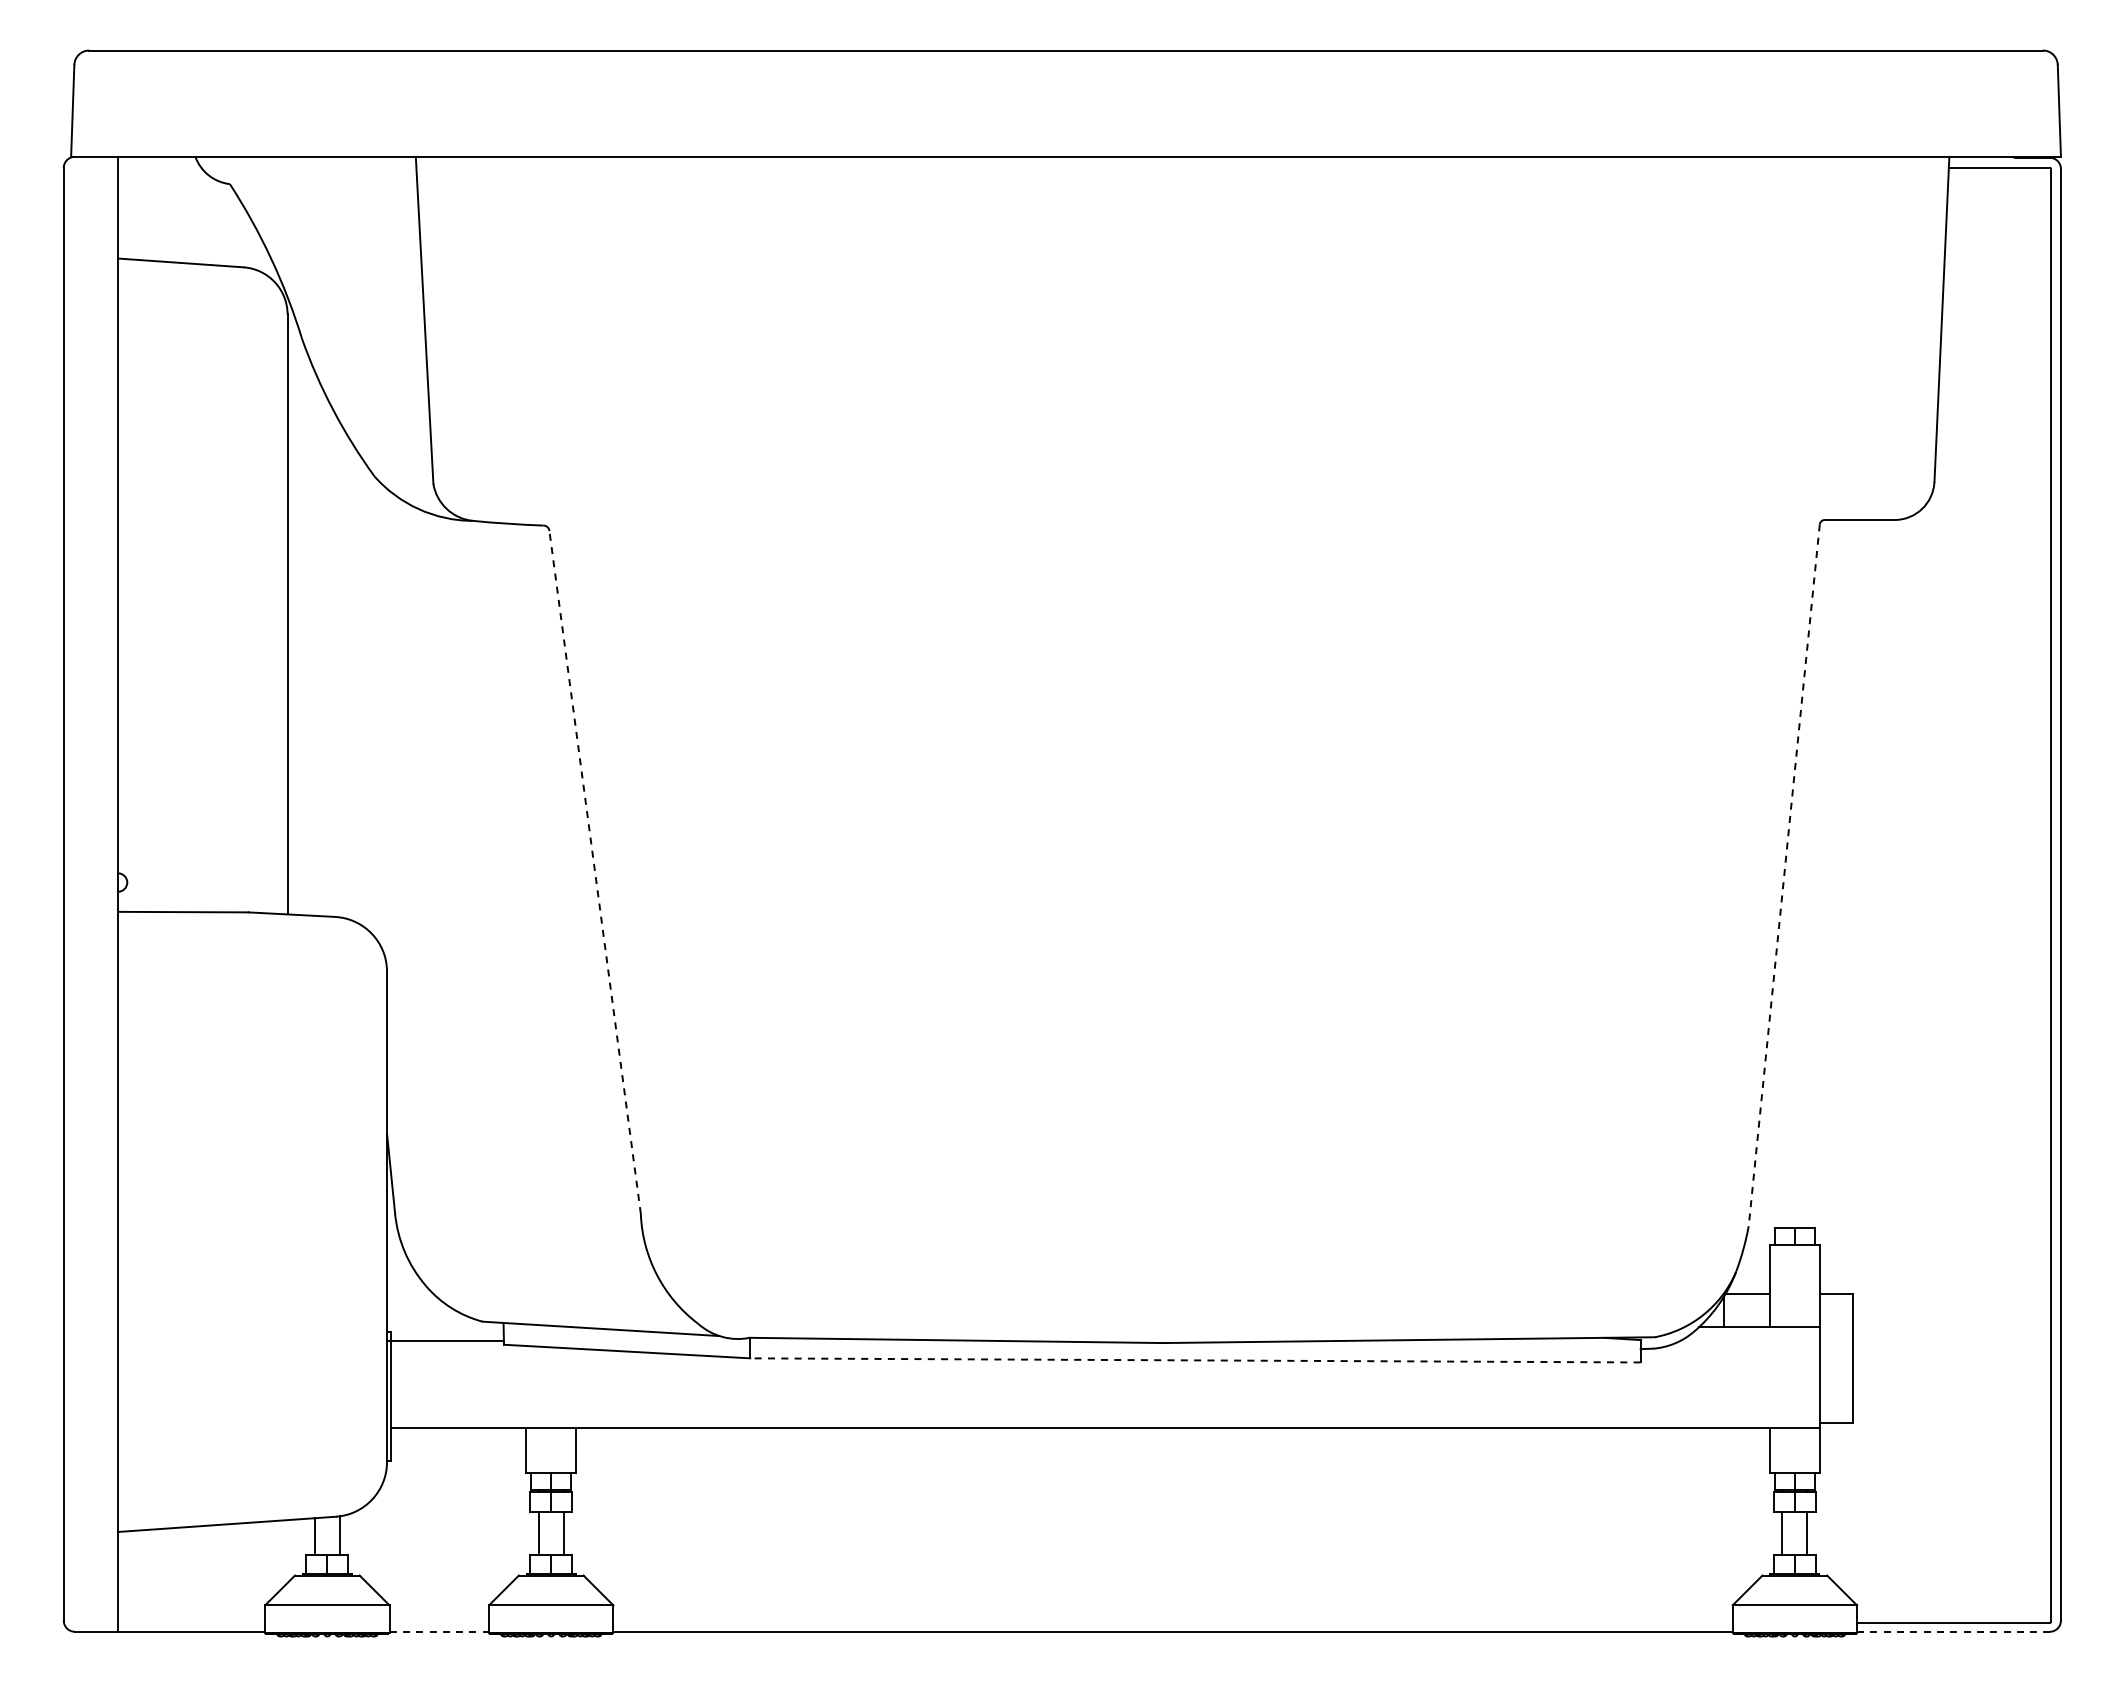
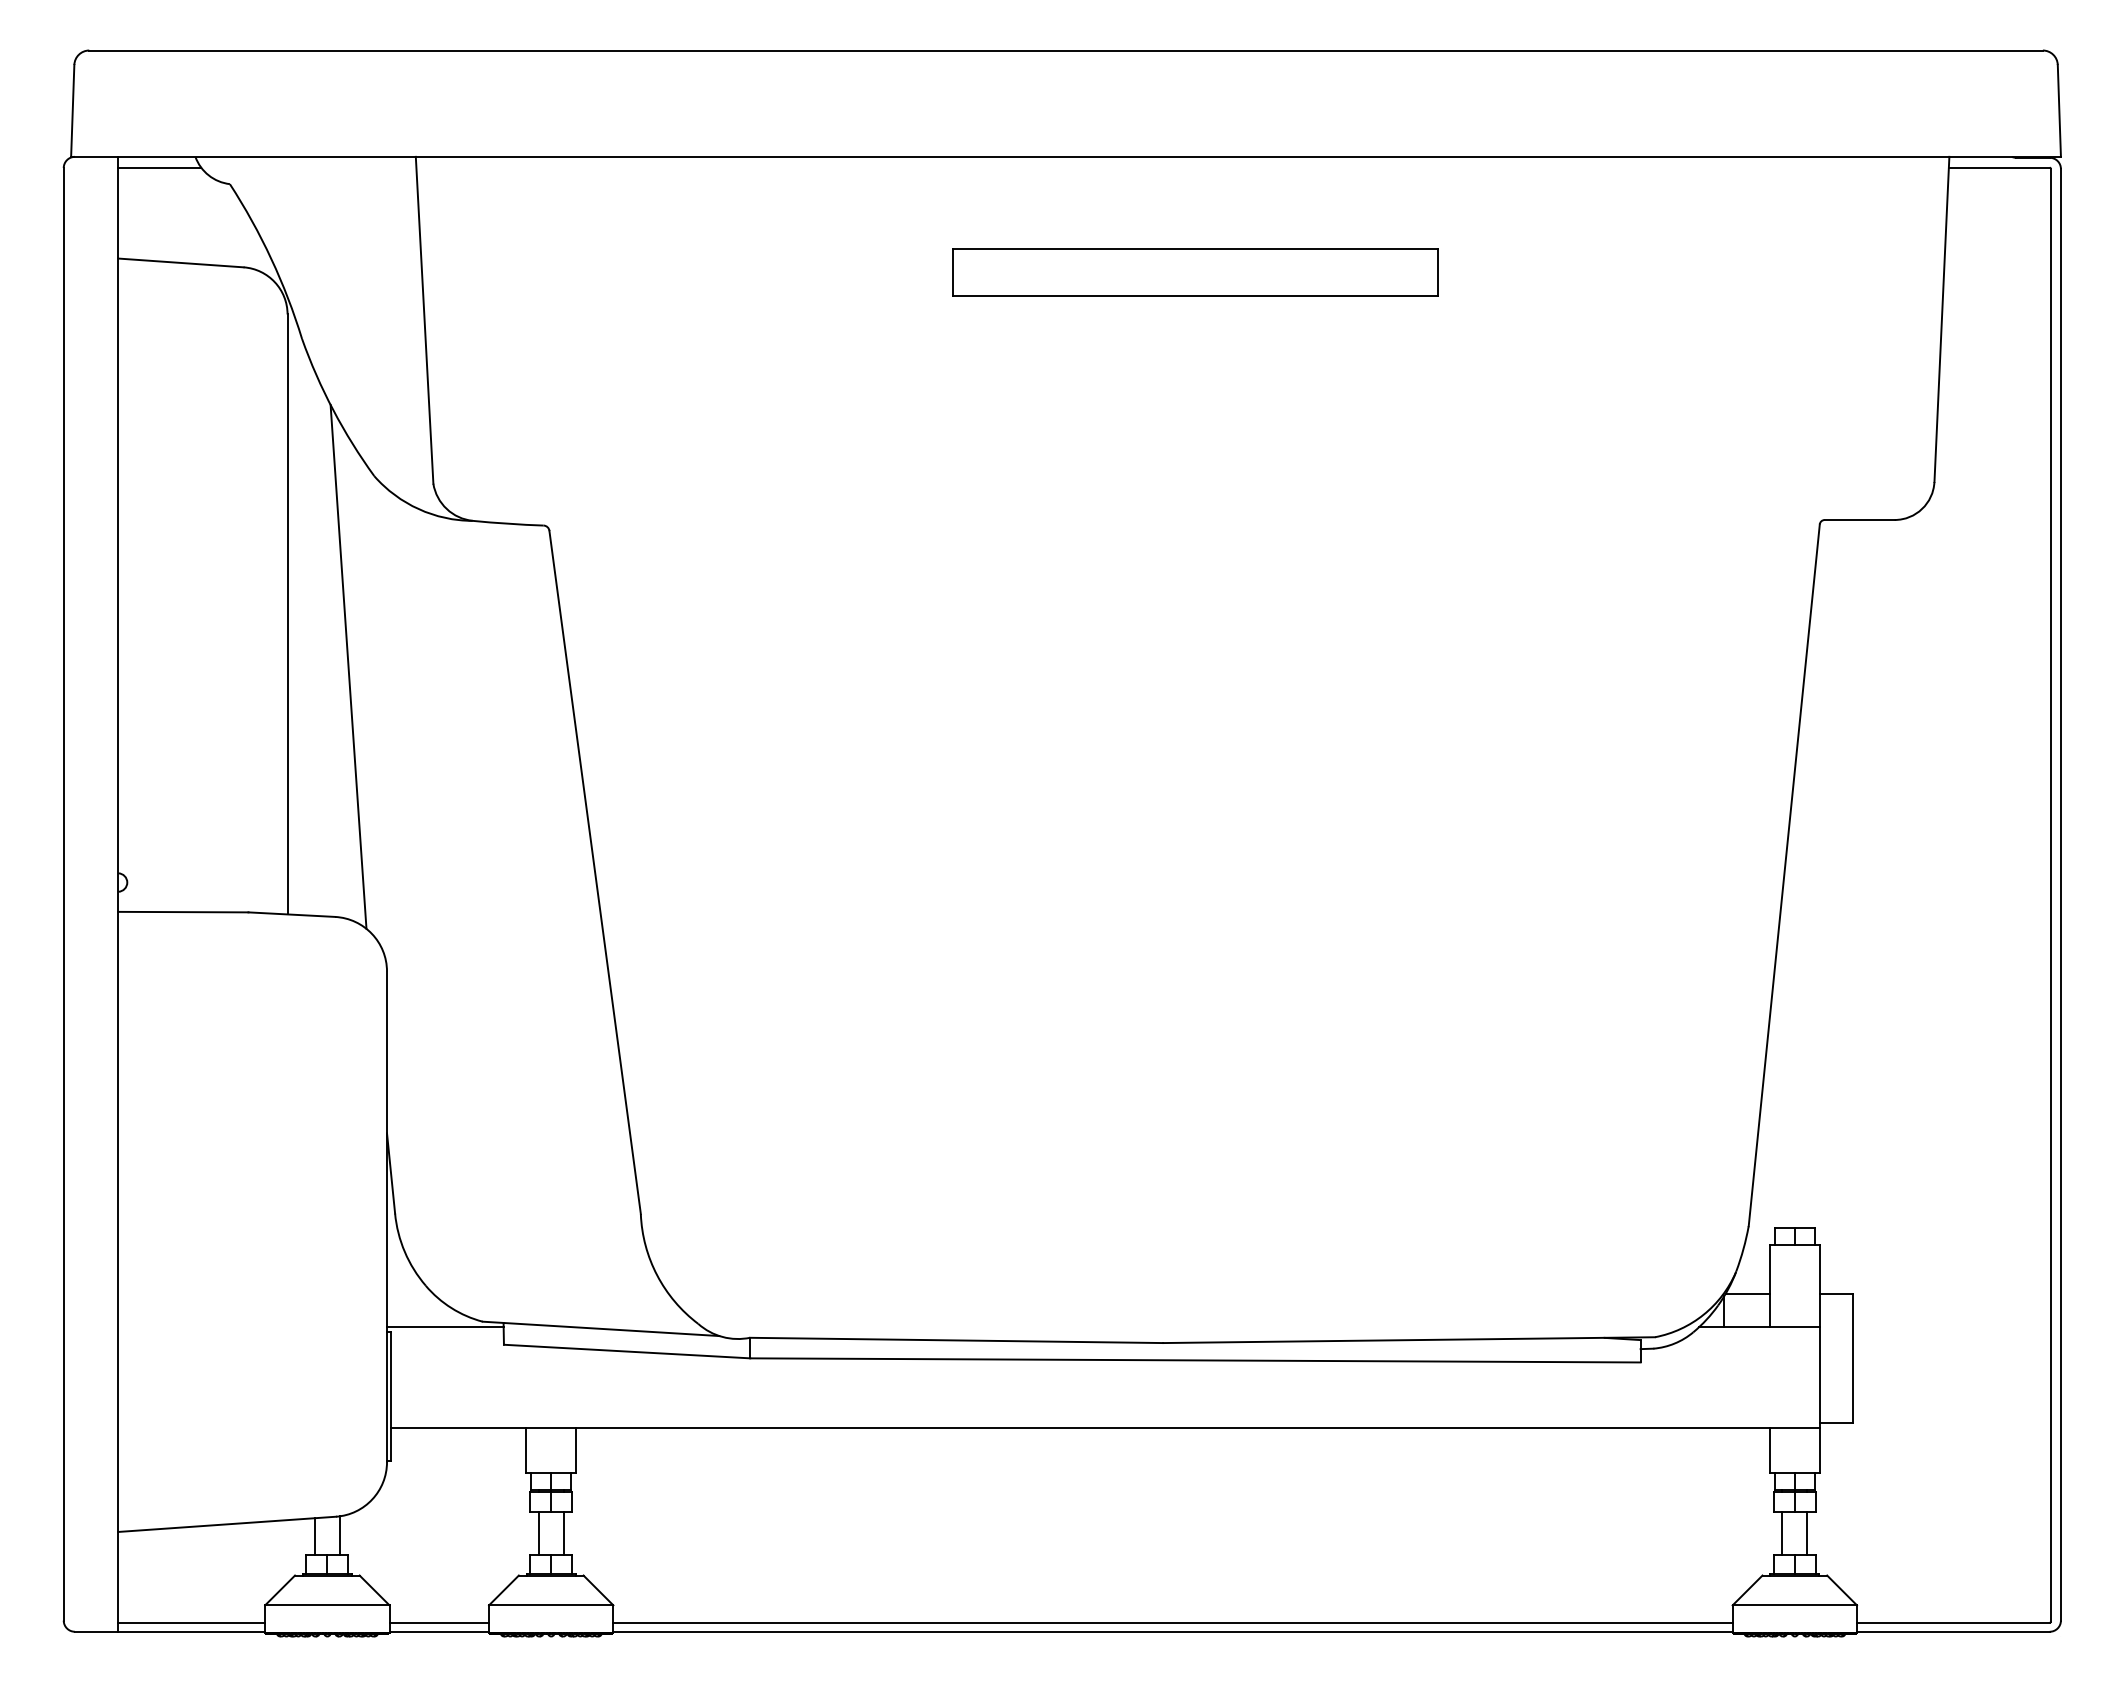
line at (159, 167): none -> present
part at (1195, 272): none -> present
line at (348, 666): none -> present
line at (595, 872): dashed -> solid
line at (1784, 875): dashed -> solid
line at (445, 1341) position: (445, 1341) -> (445, 1327)
line at (1194, 1360): dashed -> solid
line at (191, 1622): none -> present
line at (439, 1622): none -> present
line at (1172, 1622): none -> present
line at (439, 1631): dashed -> solid
line at (1953, 1631): dashed -> solid
